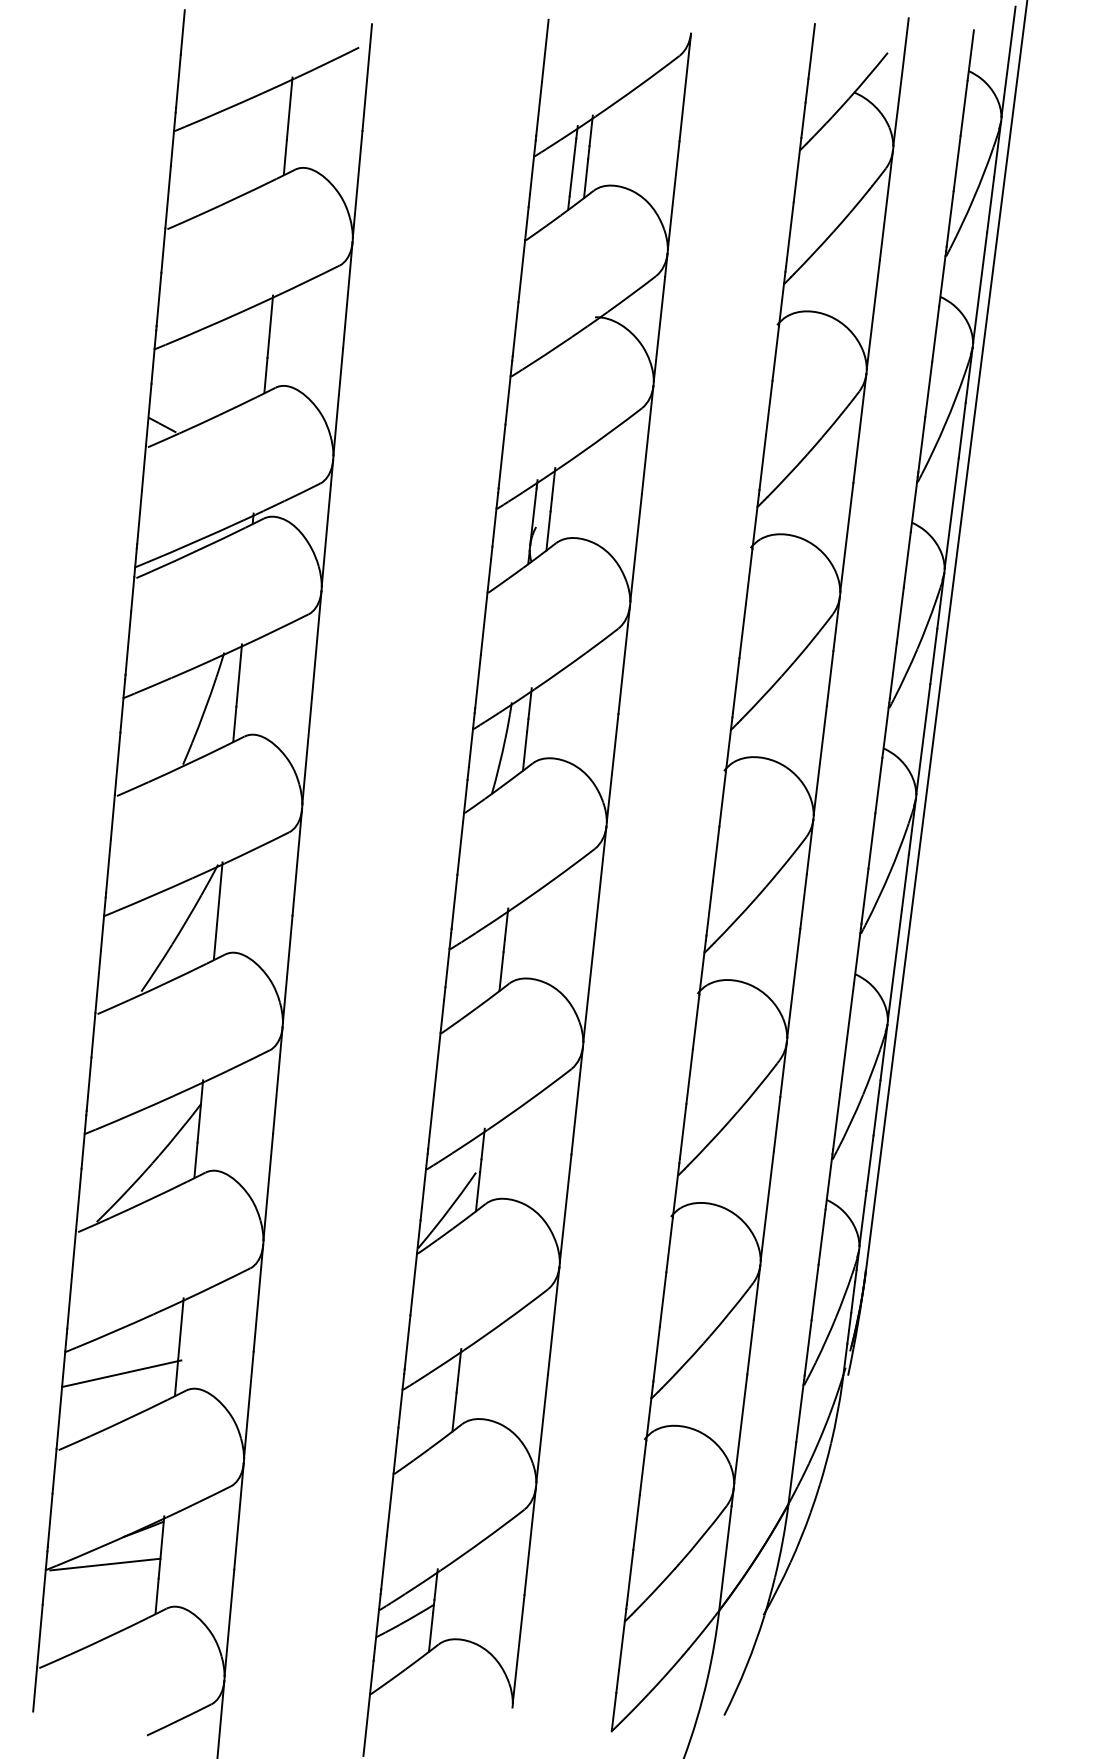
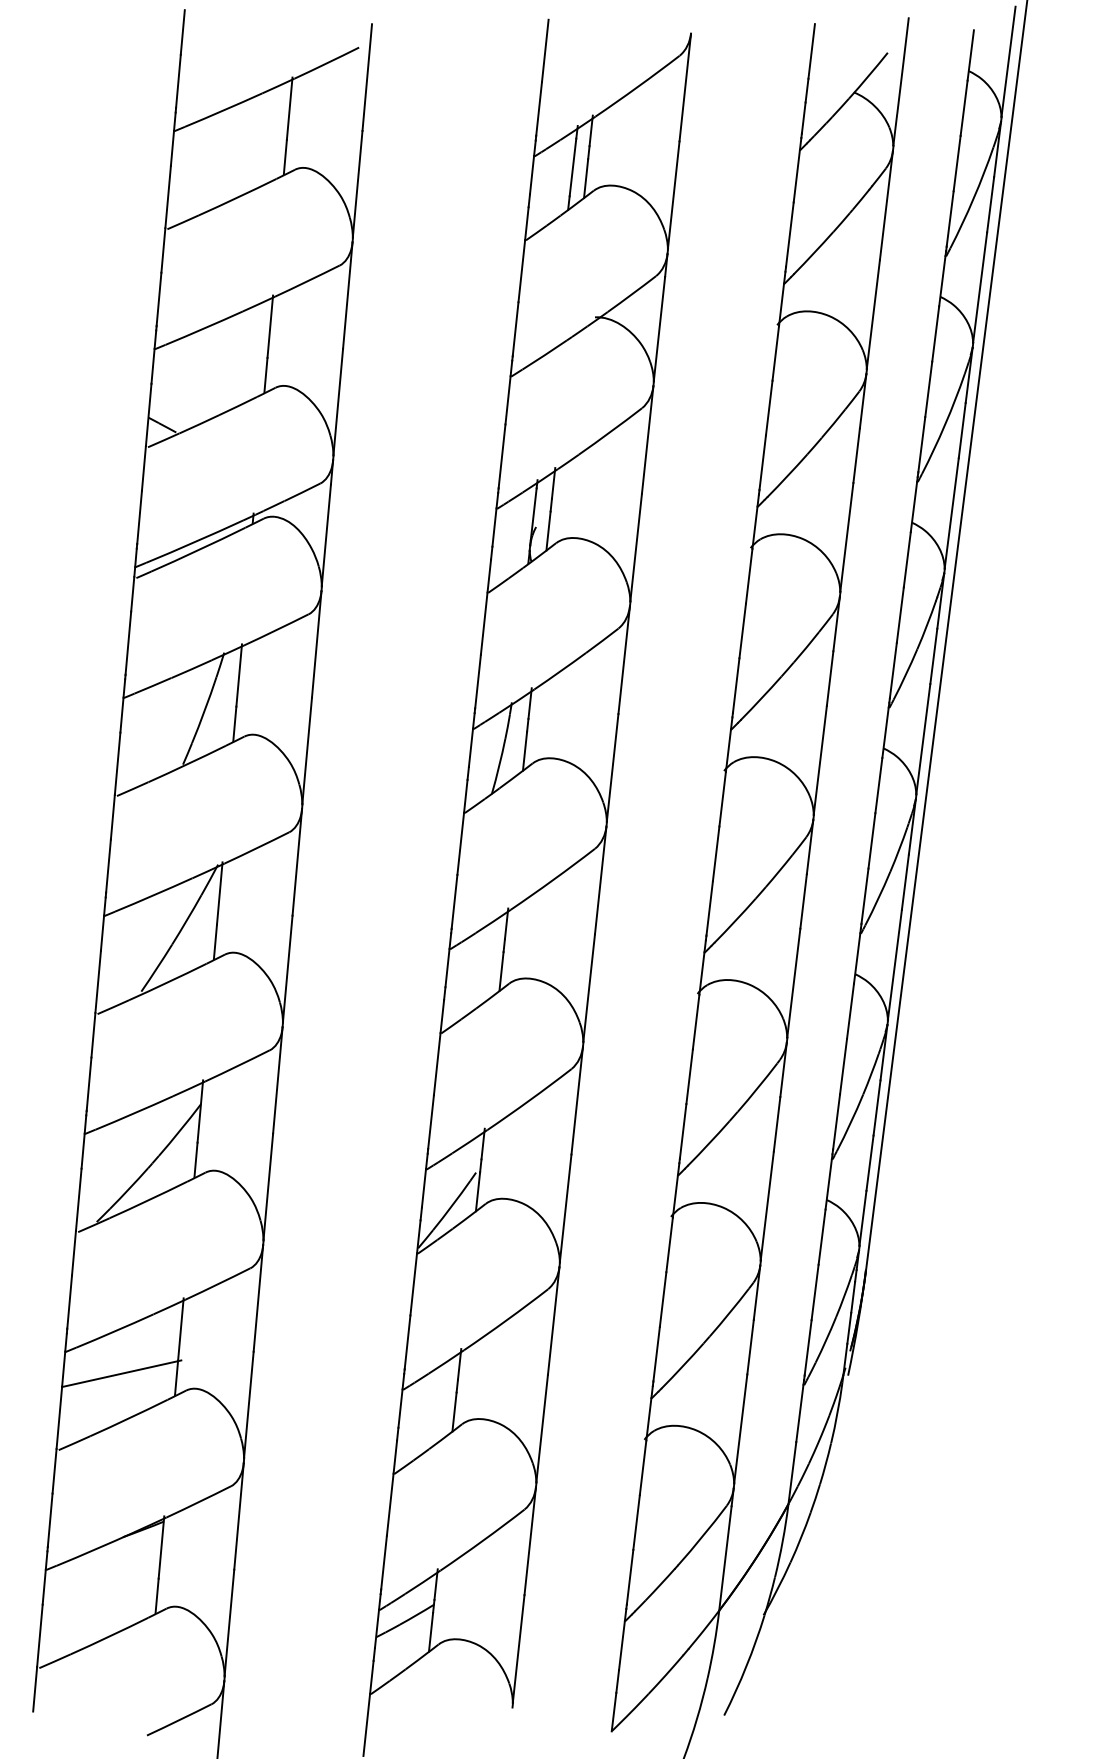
line at (105, 1564): present -> none
